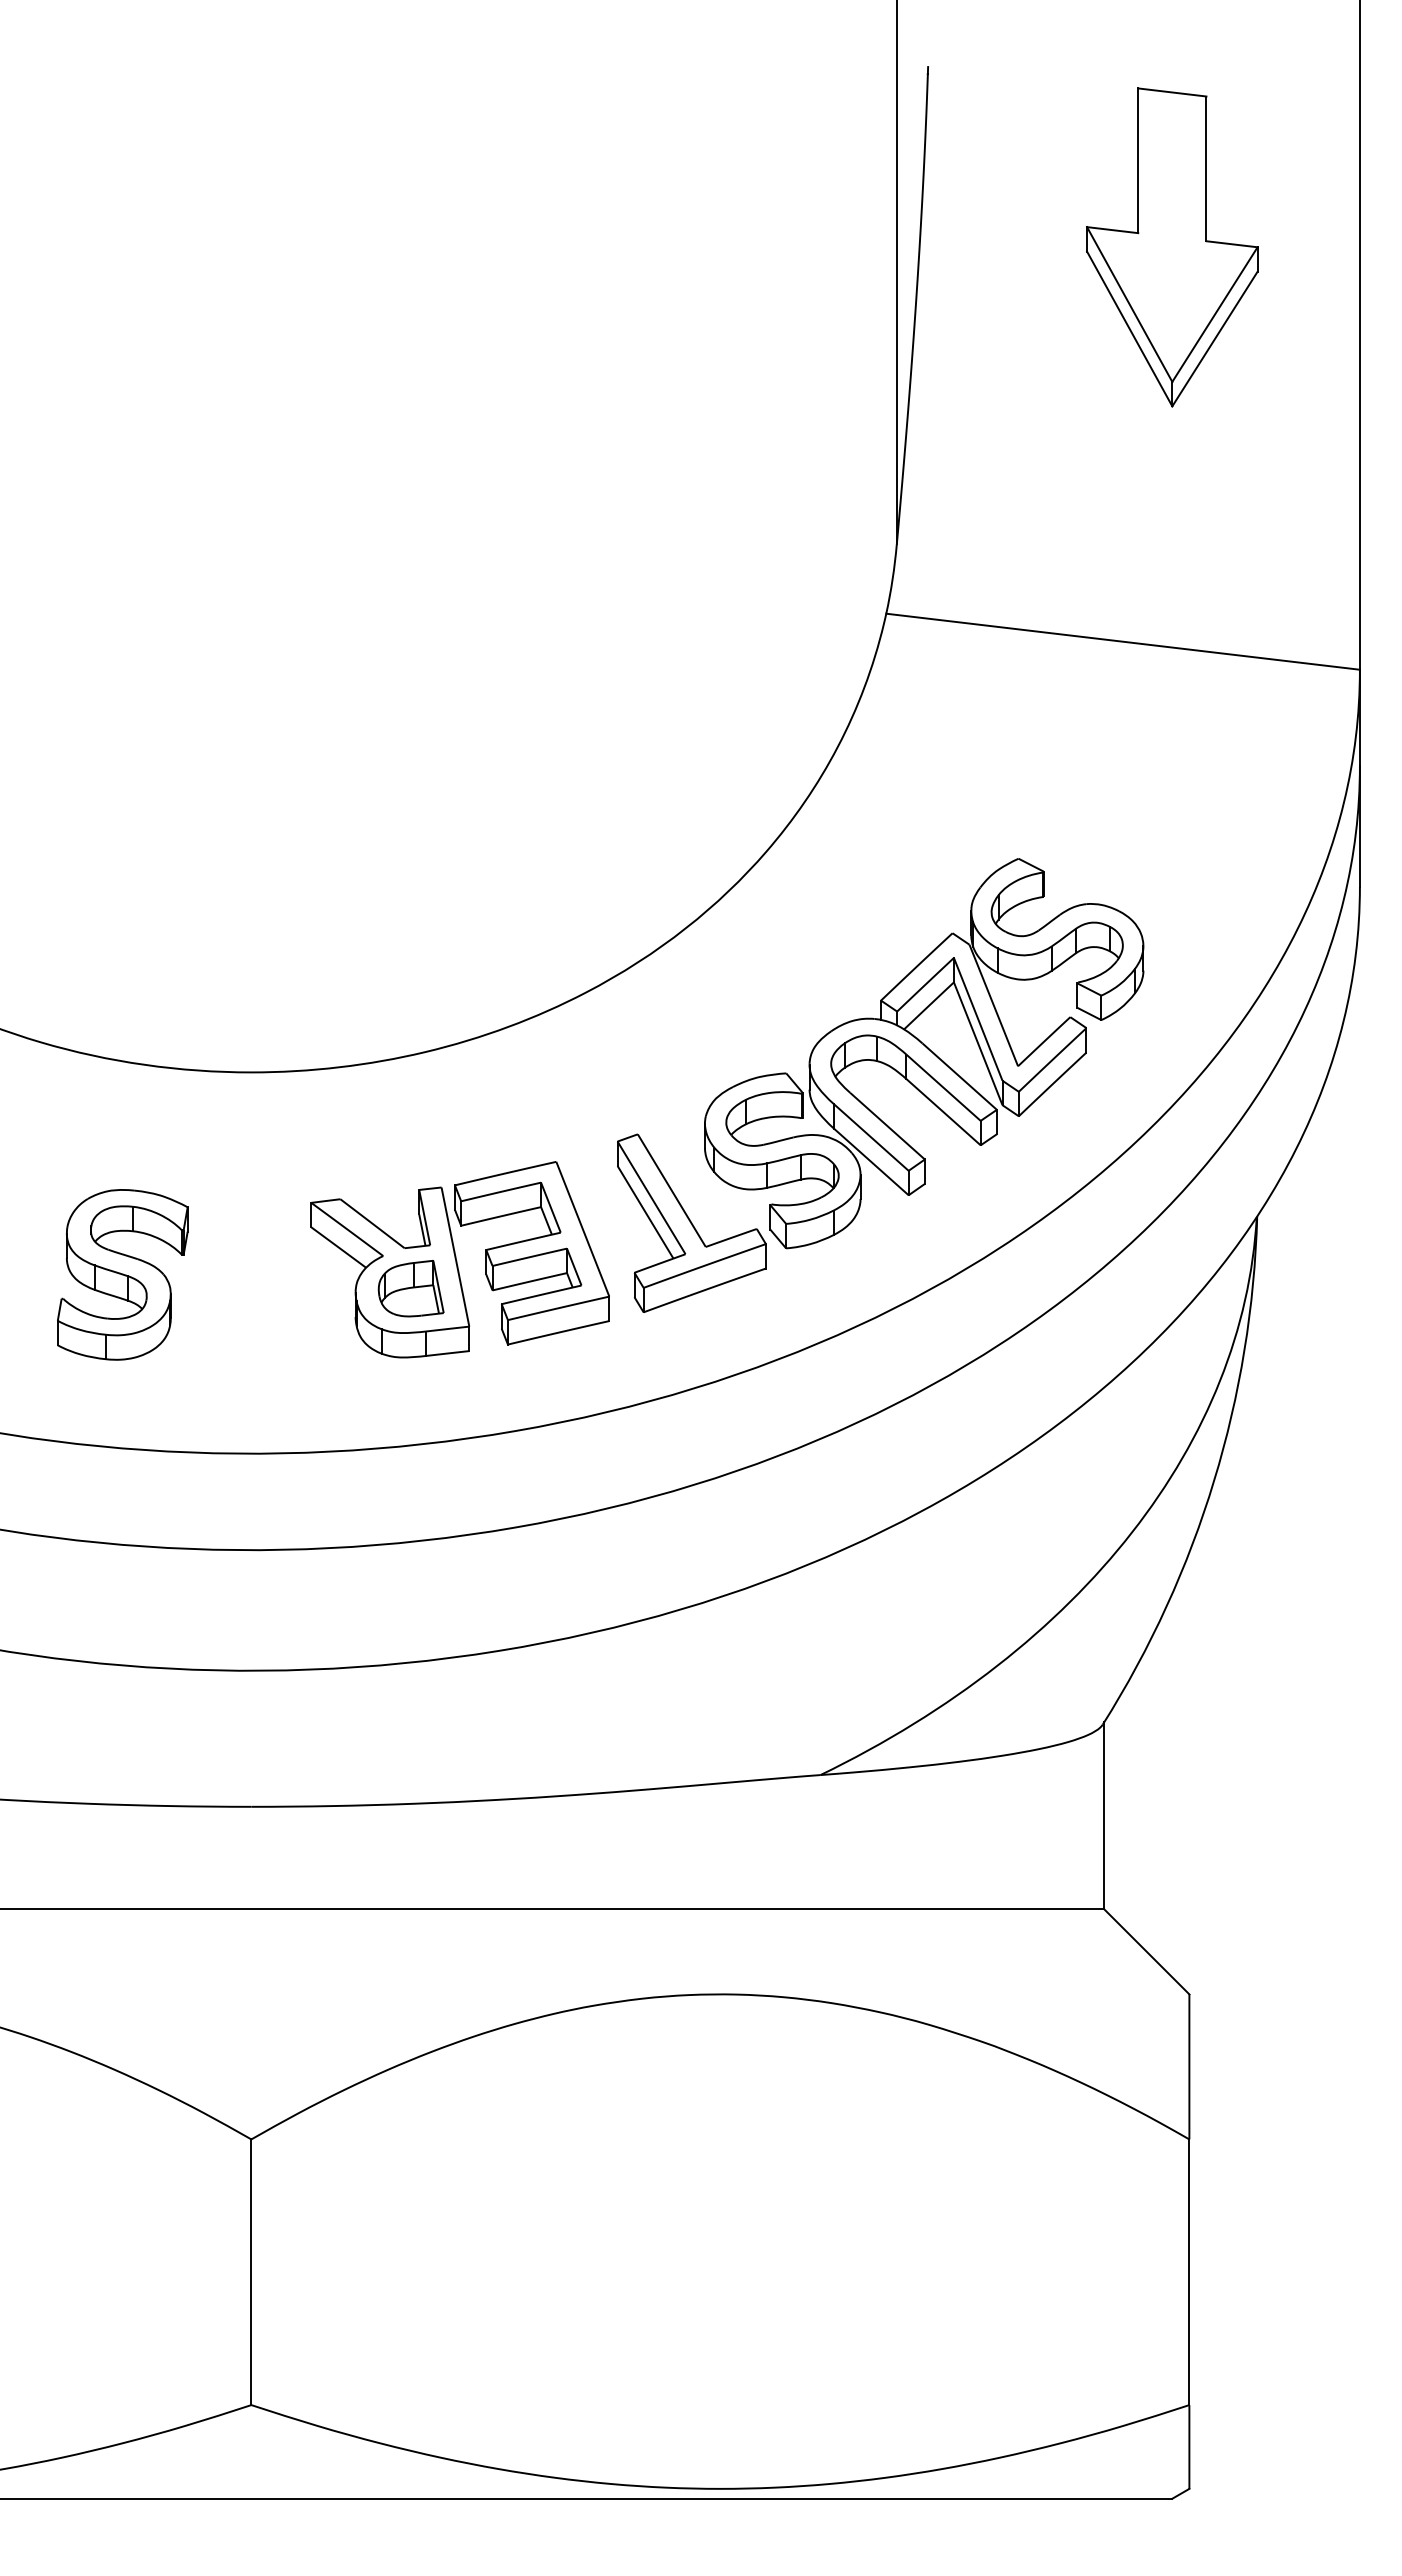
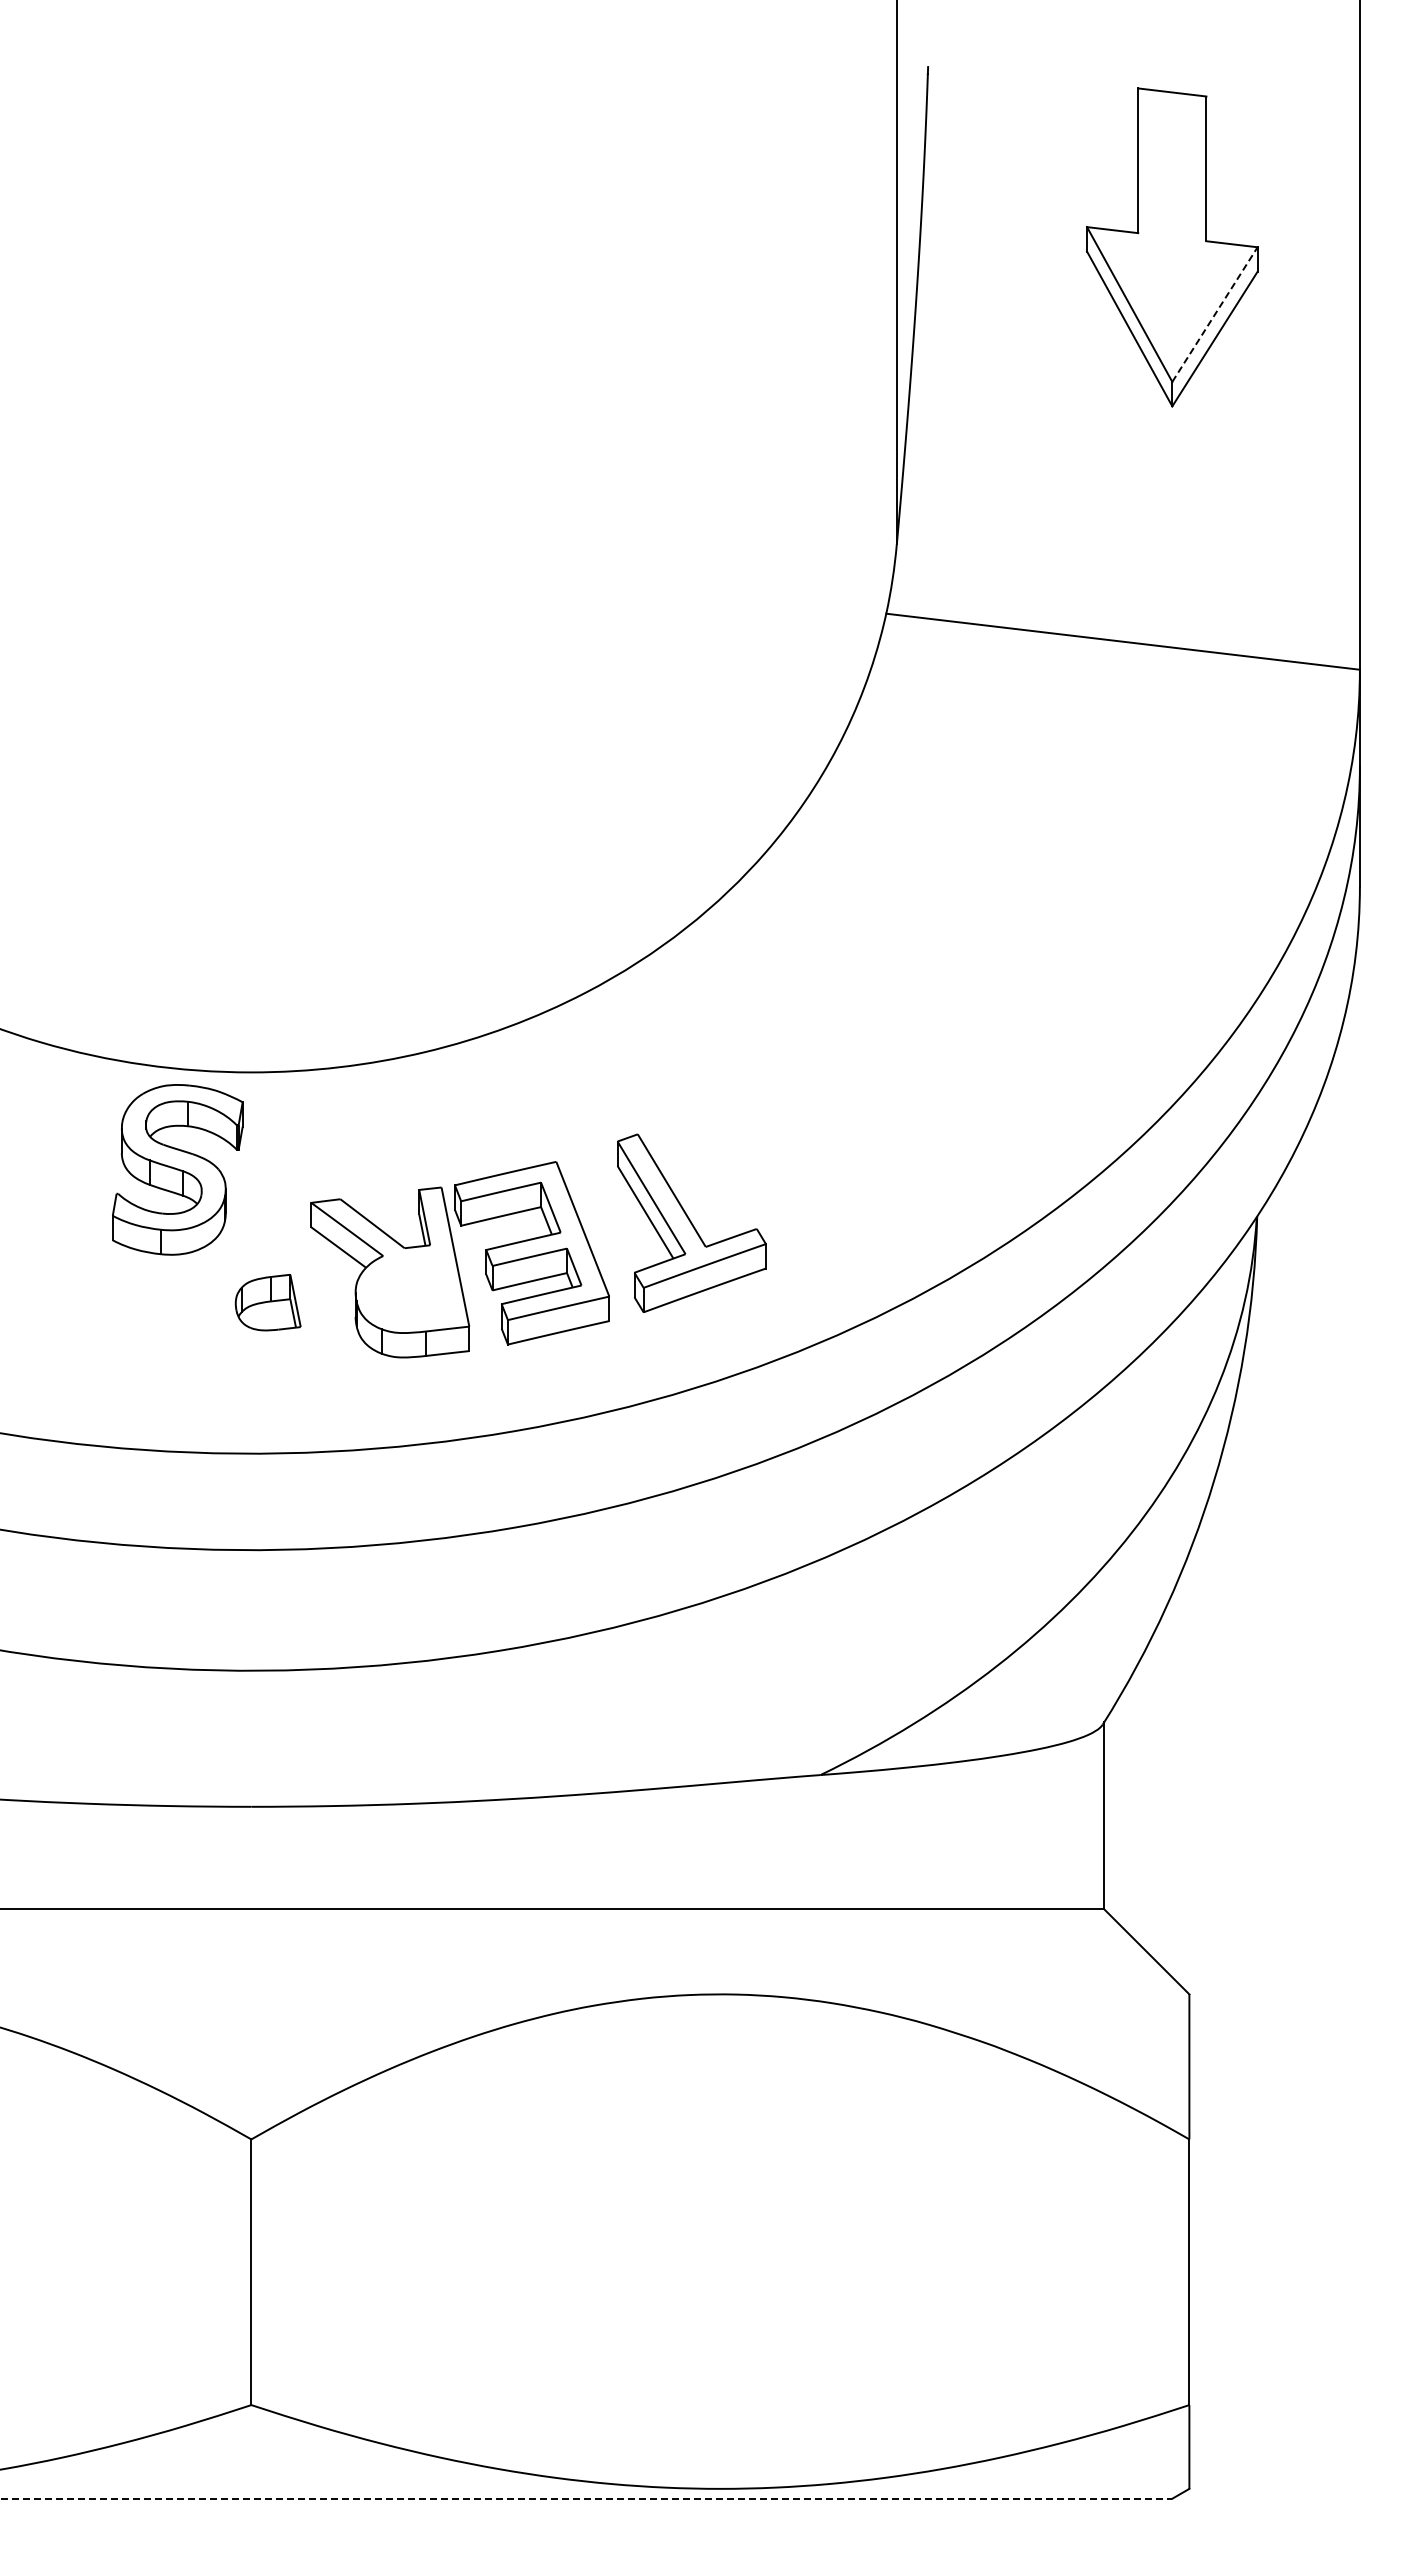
line at (1214, 314): solid -> dashed
part at (924, 1053): present -> none
part at (122, 1274) position: (122, 1274) -> (177, 1169)
part at (410, 1288) position: (410, 1288) -> (267, 1302)
line at (586, 2498): solid -> dashed
